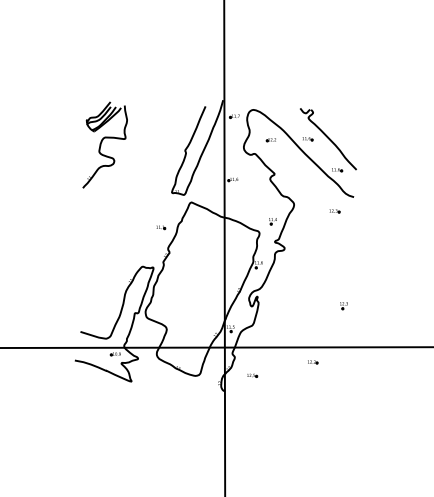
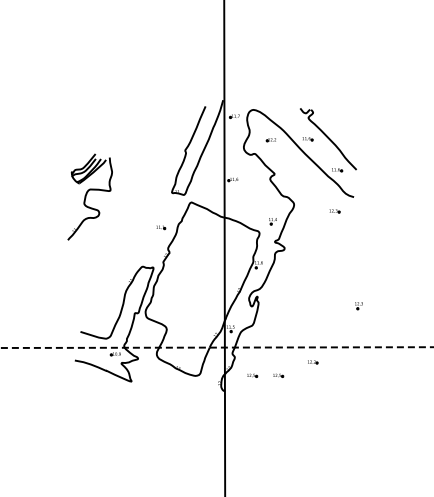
part at (104, 144) position: (104, 144) -> (89, 196)
part at (343, 306) position: (343, 306) -> (358, 306)
line at (216, 347): solid -> dashed
part at (278, 375): none -> present
